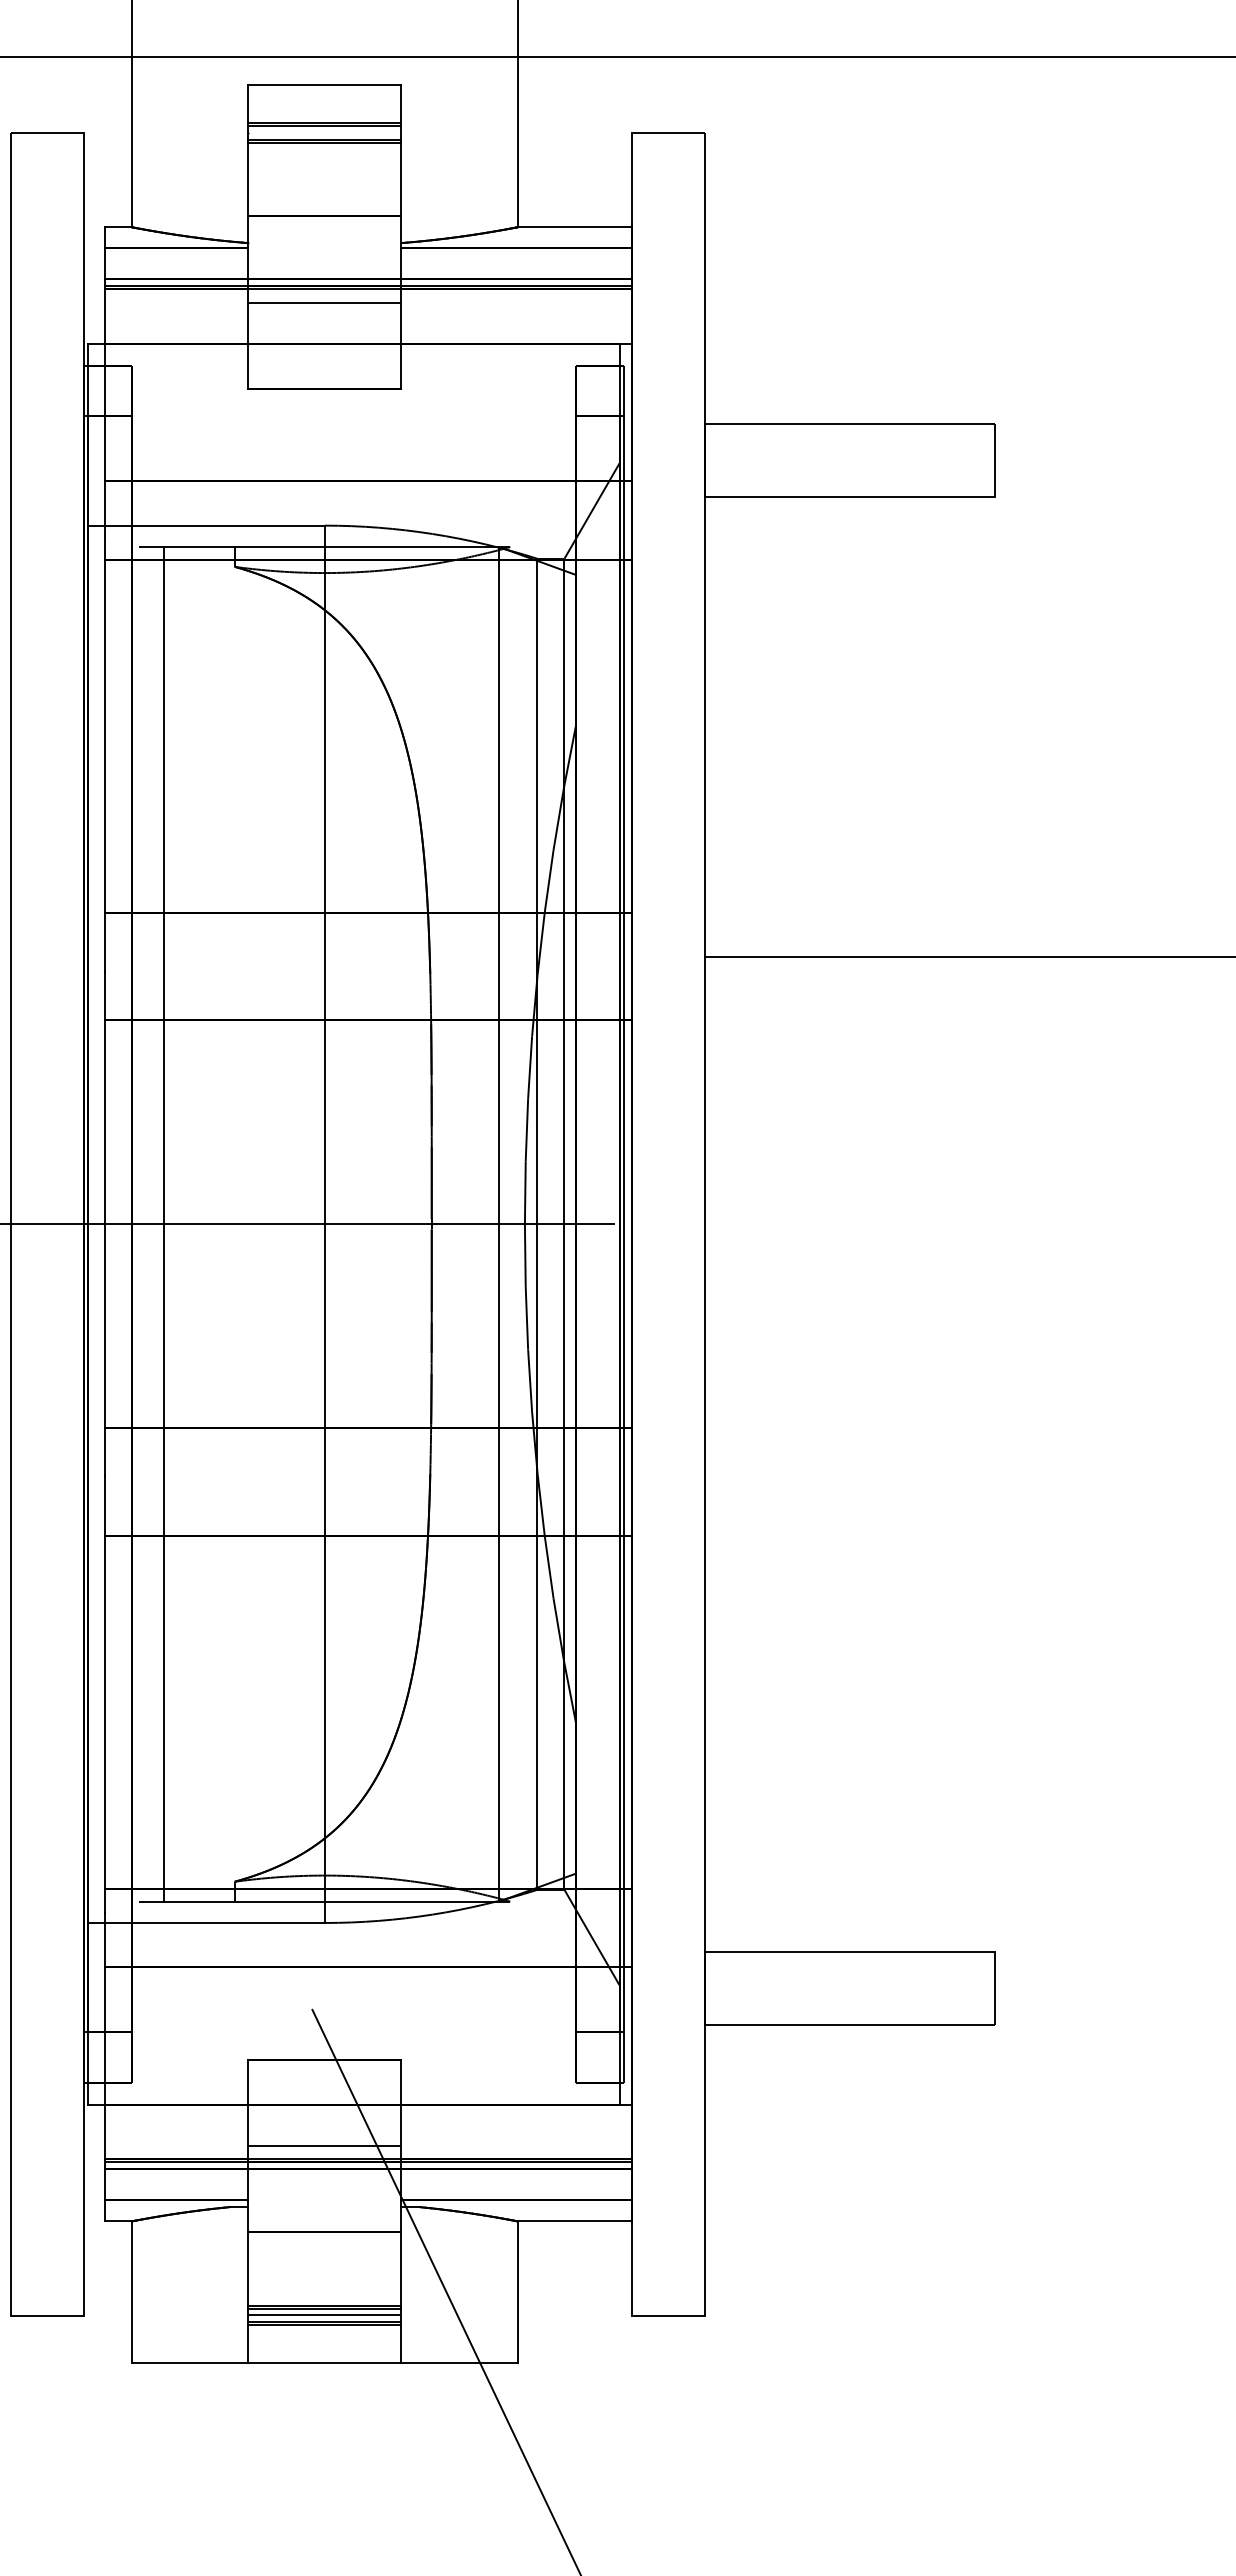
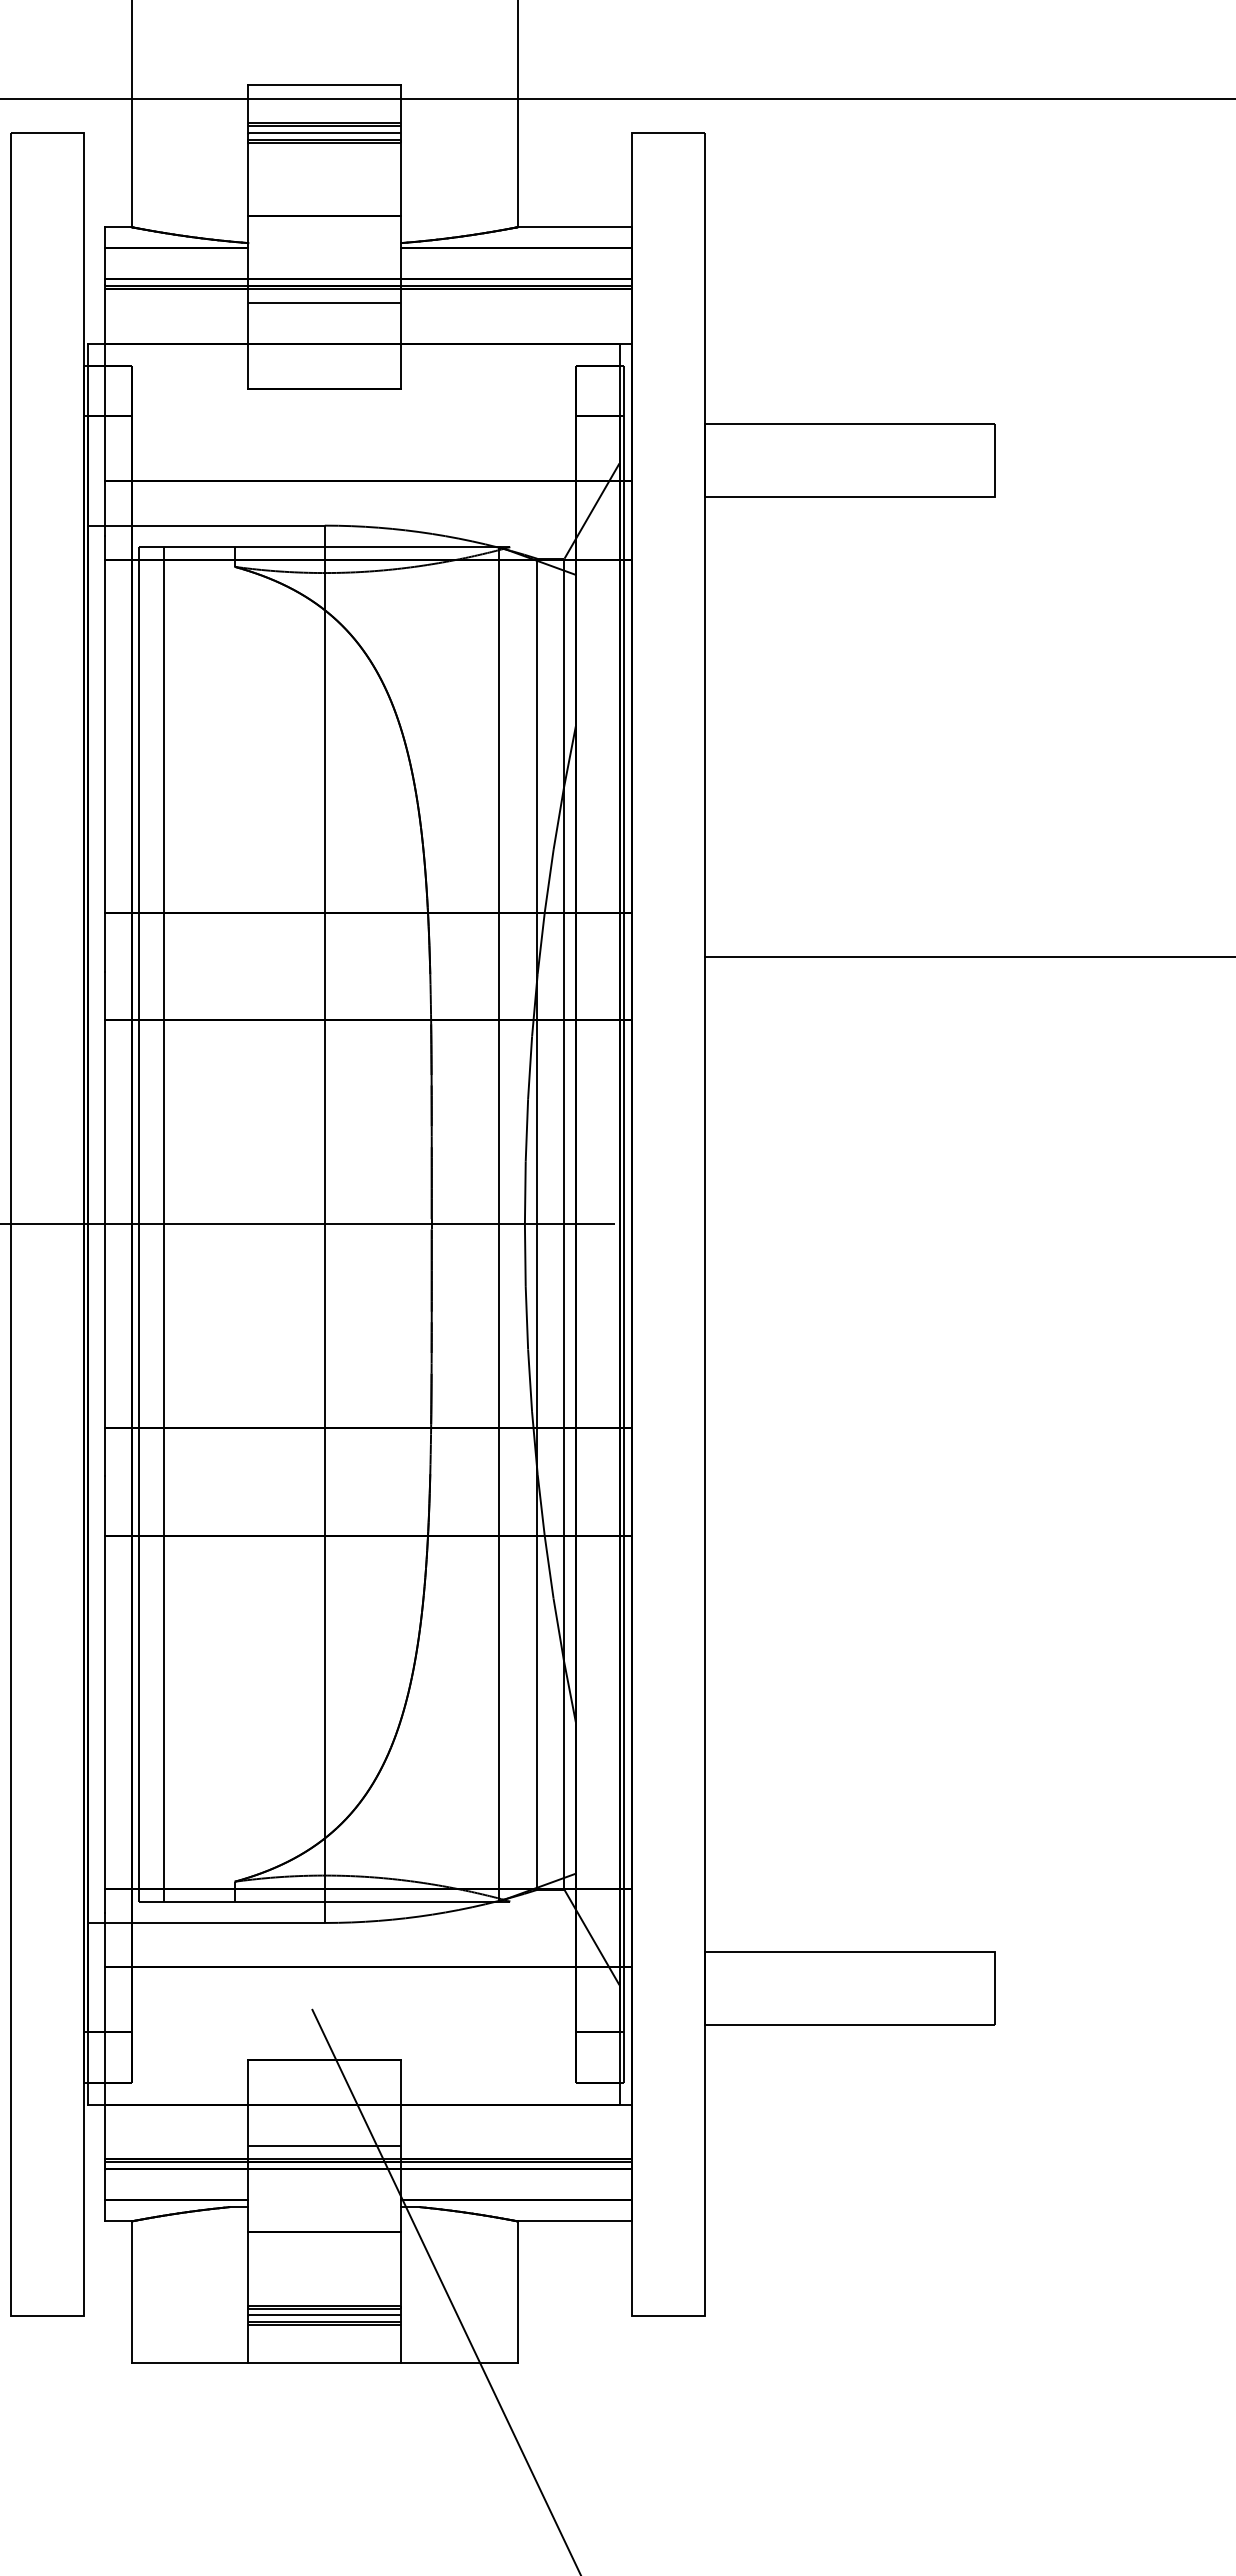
line at (617, 56) position: (617, 56) -> (617, 98)
line at (324, 133): none -> present
line at (139, 1224): none -> present
